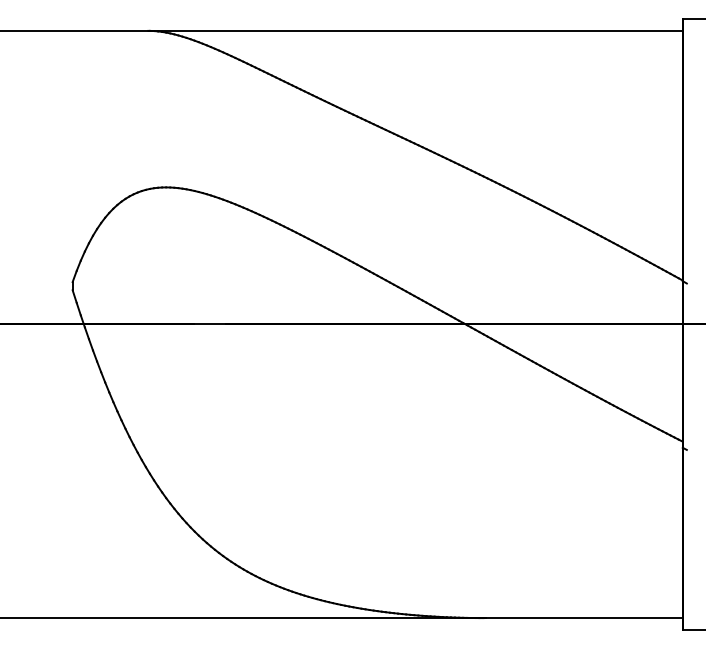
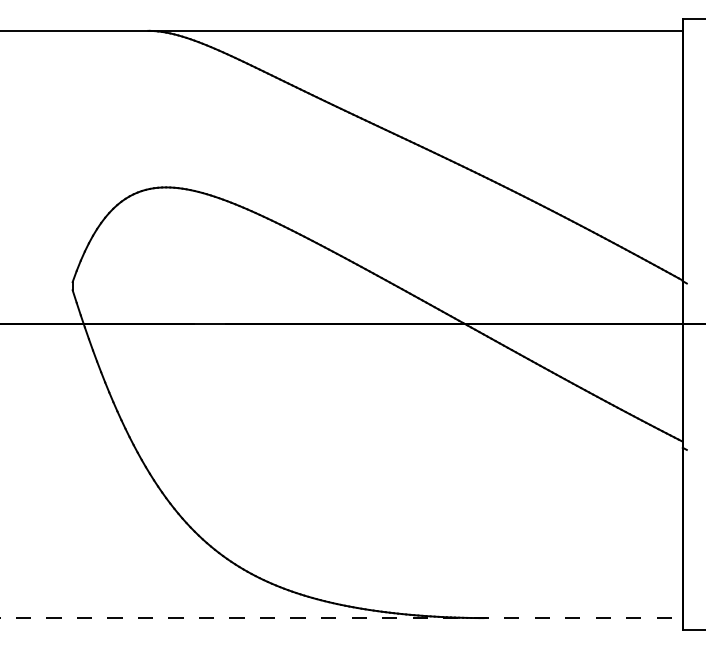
line at (341, 618): solid -> dashed
